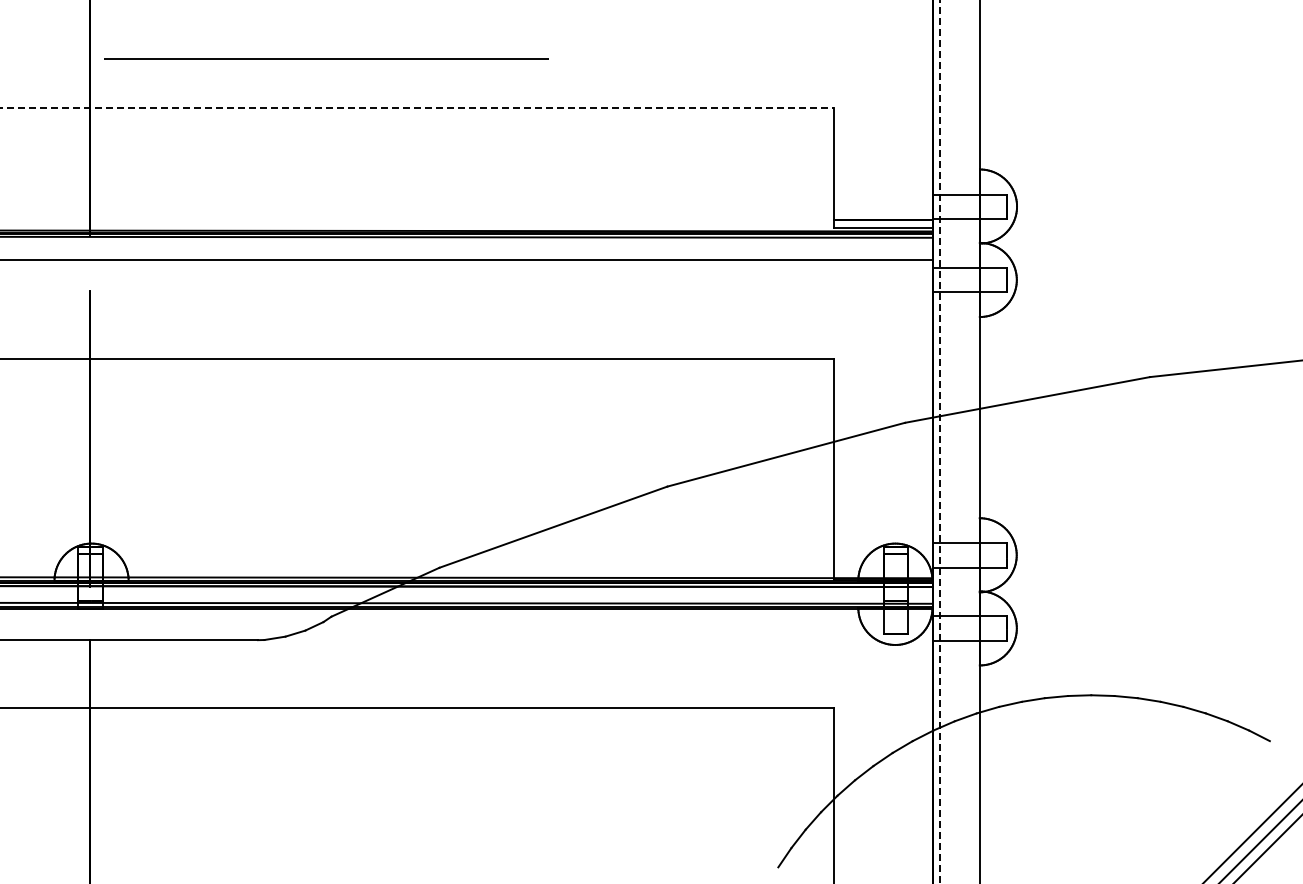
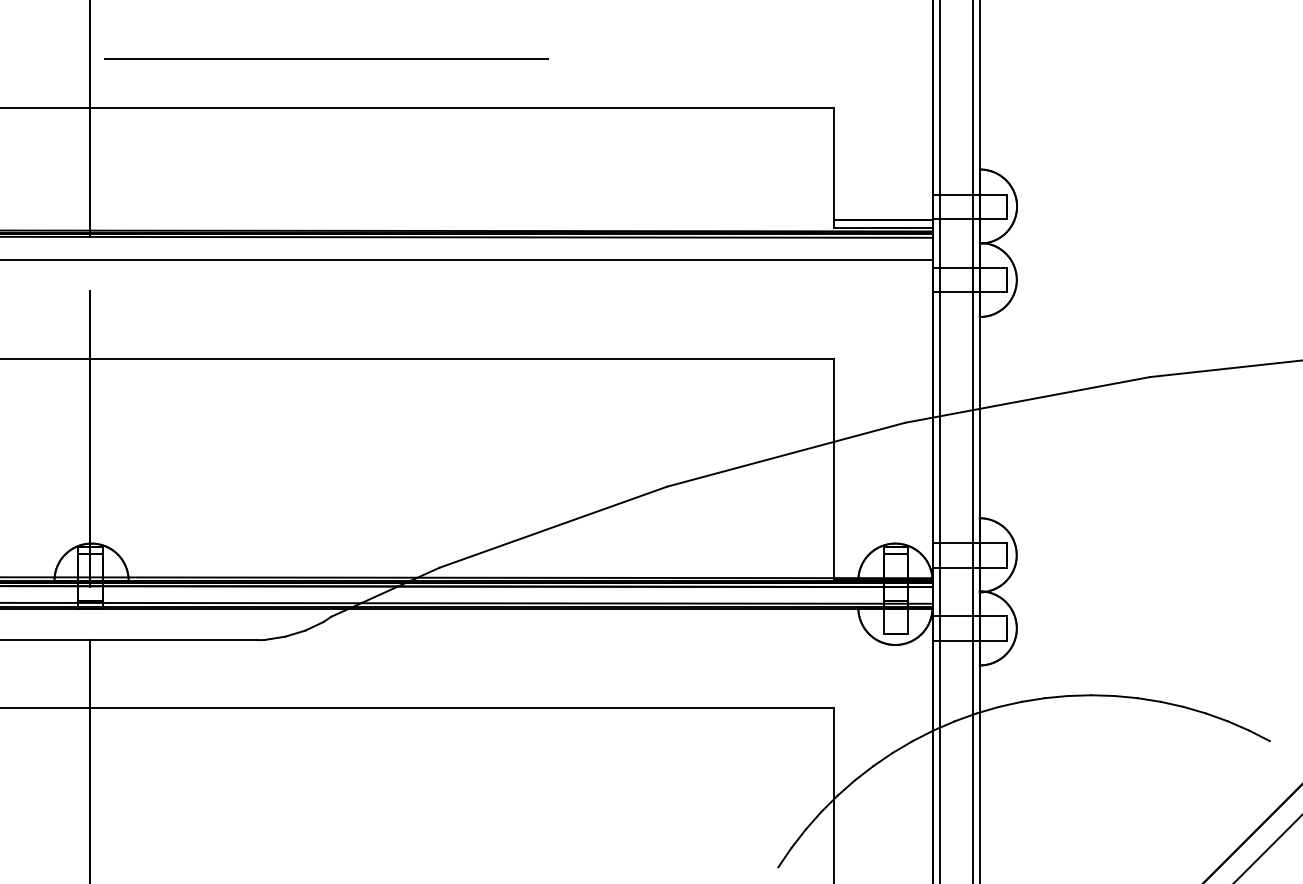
line at (417, 108): dashed -> solid
line at (972, 441): none -> present
line at (940, 442): dashed -> solid
line at (1260, 841) position: (1260, 841) -> (1252, 833)
